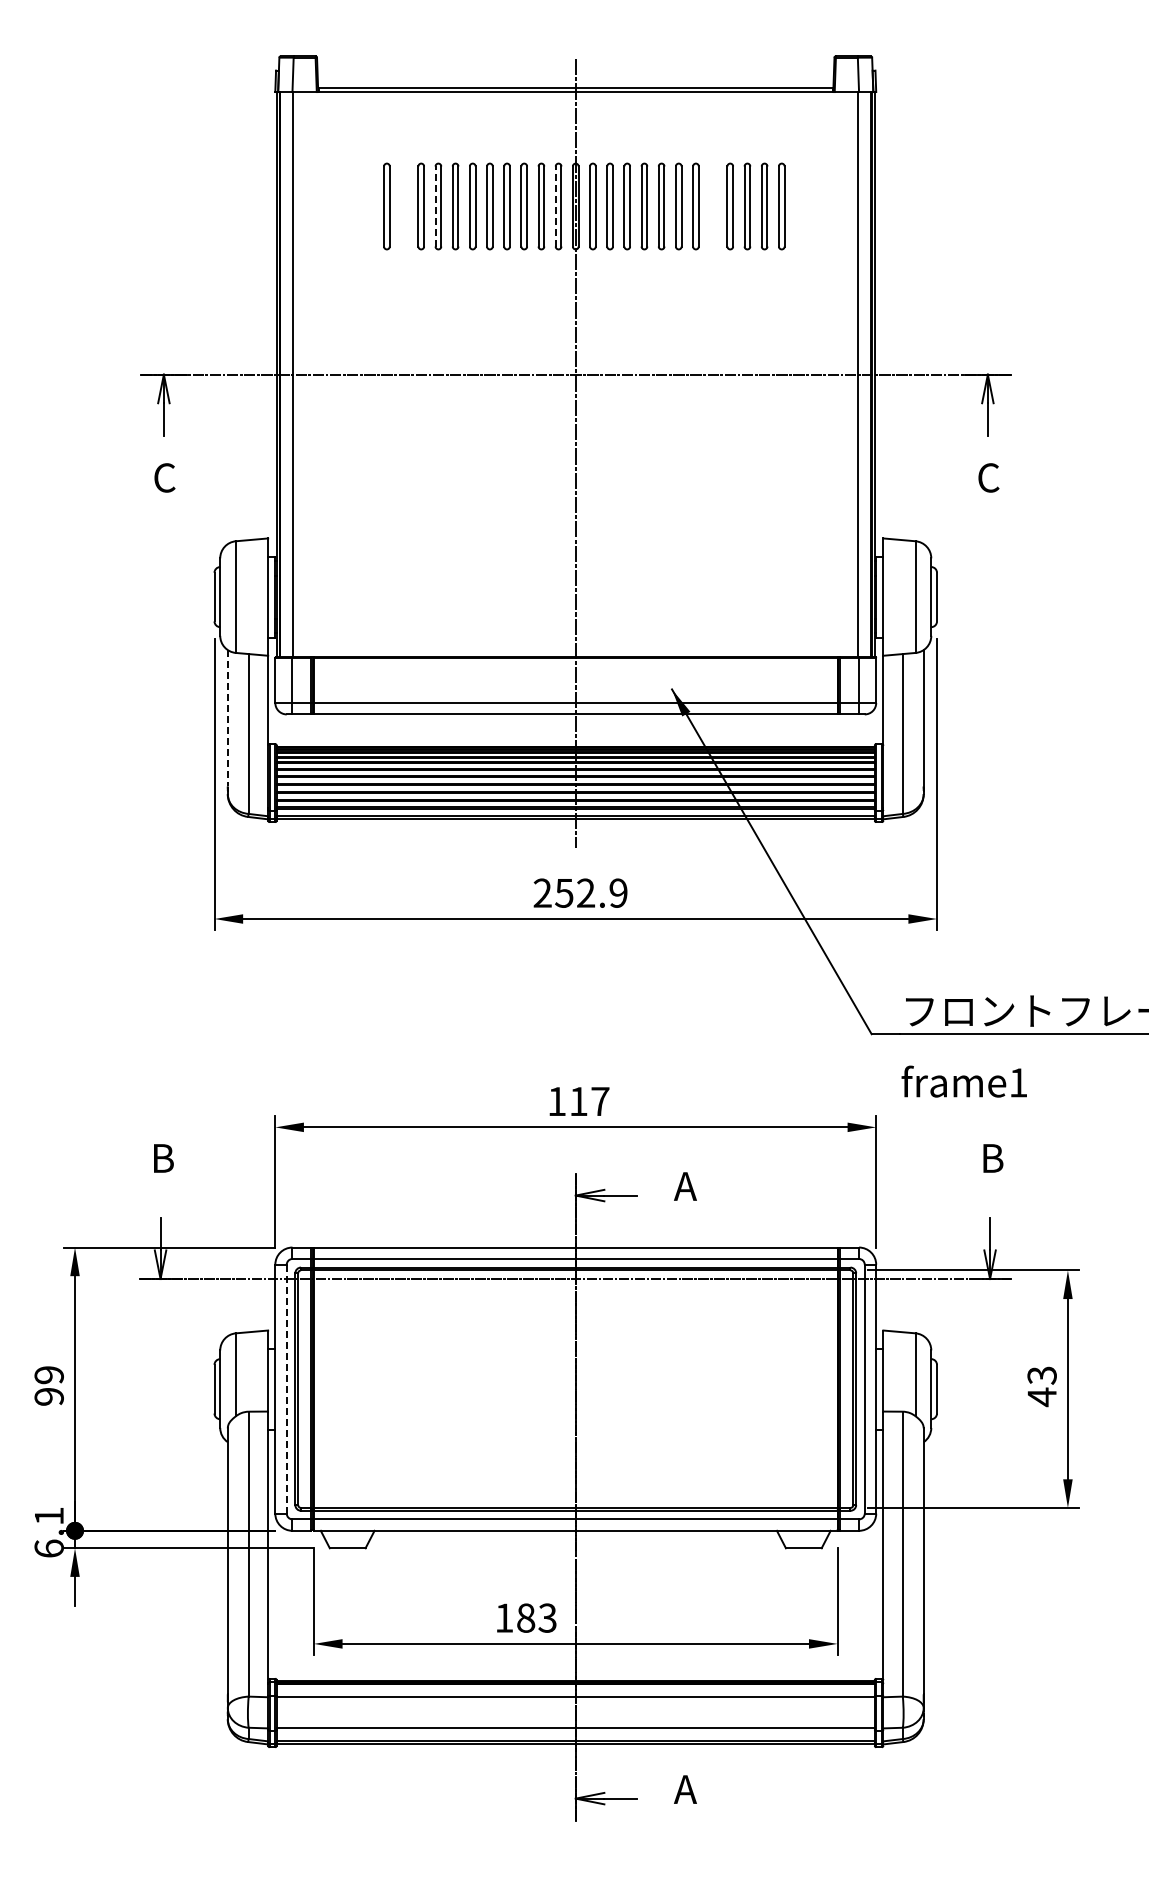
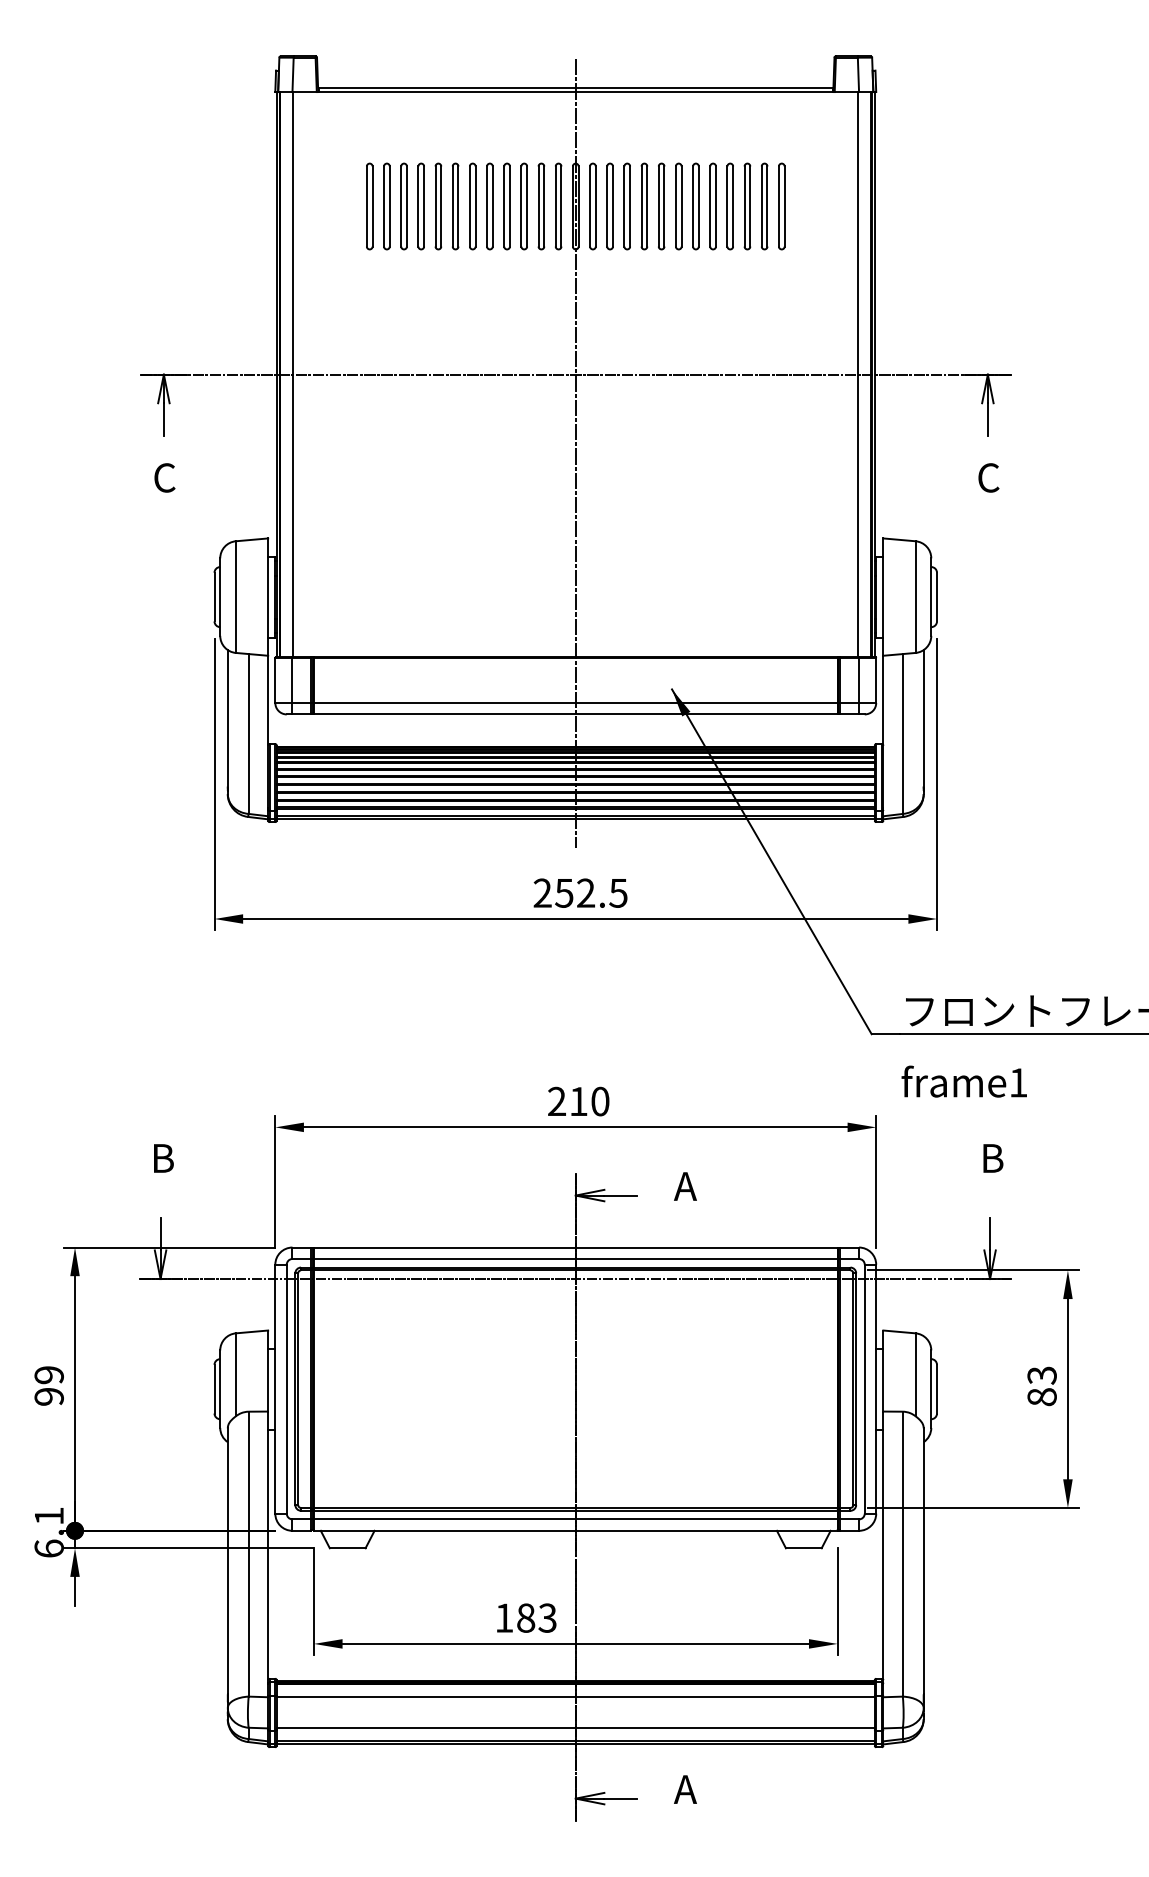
part at (369, 206): none -> present
part at (403, 206): none -> present
line at (435, 206): dashed -> solid
line at (555, 206): dashed -> solid
part at (712, 206): none -> present
line at (227, 718): dashed -> solid
text at (618, 892): 252.9 -> 252.5
text at (578, 1101): 117 -> 210
line at (286, 1388): dashed -> solid
text at (1041, 1397): 43 -> 83
